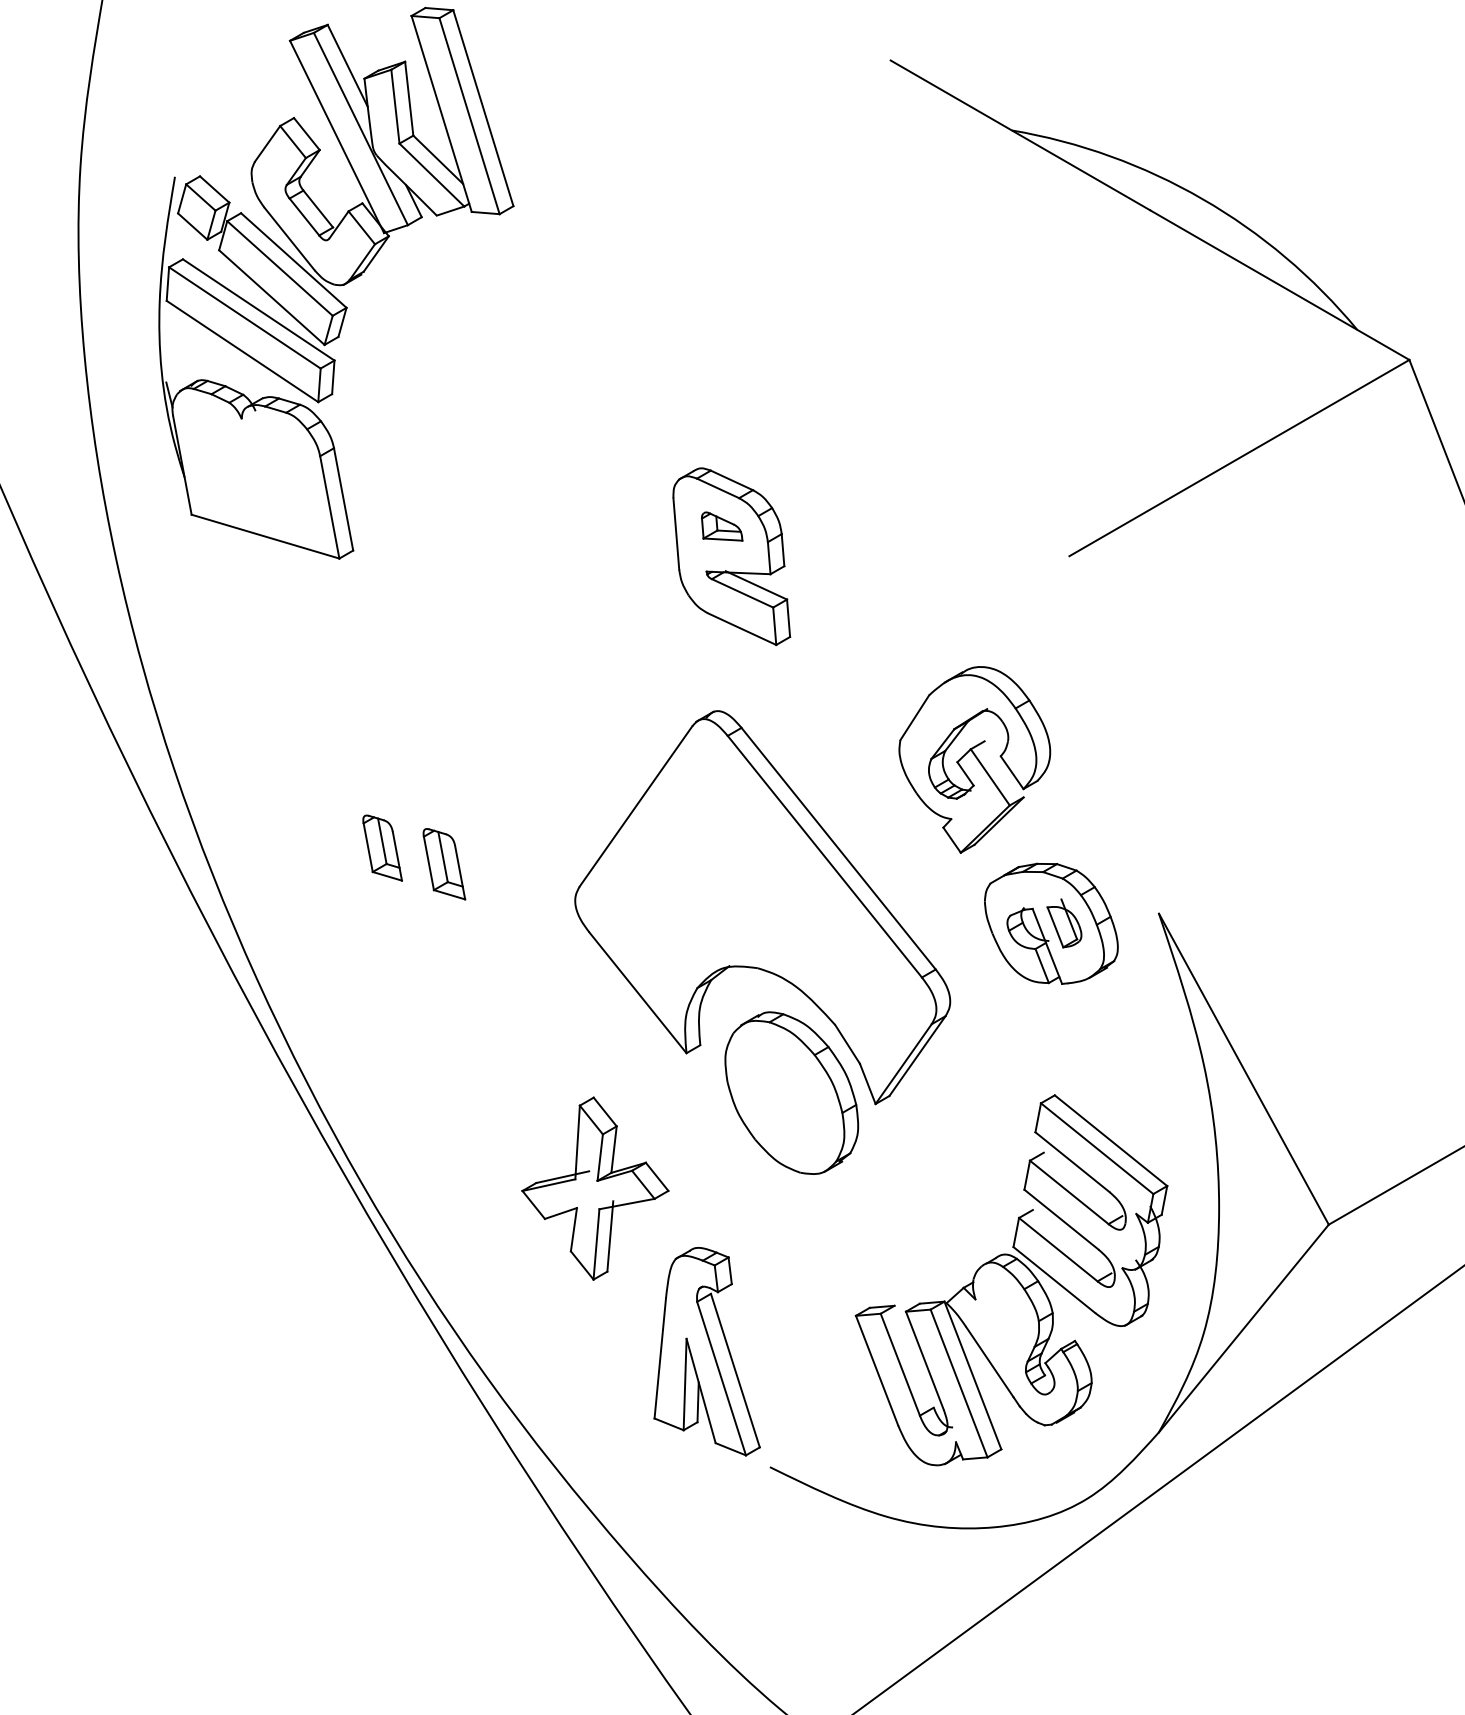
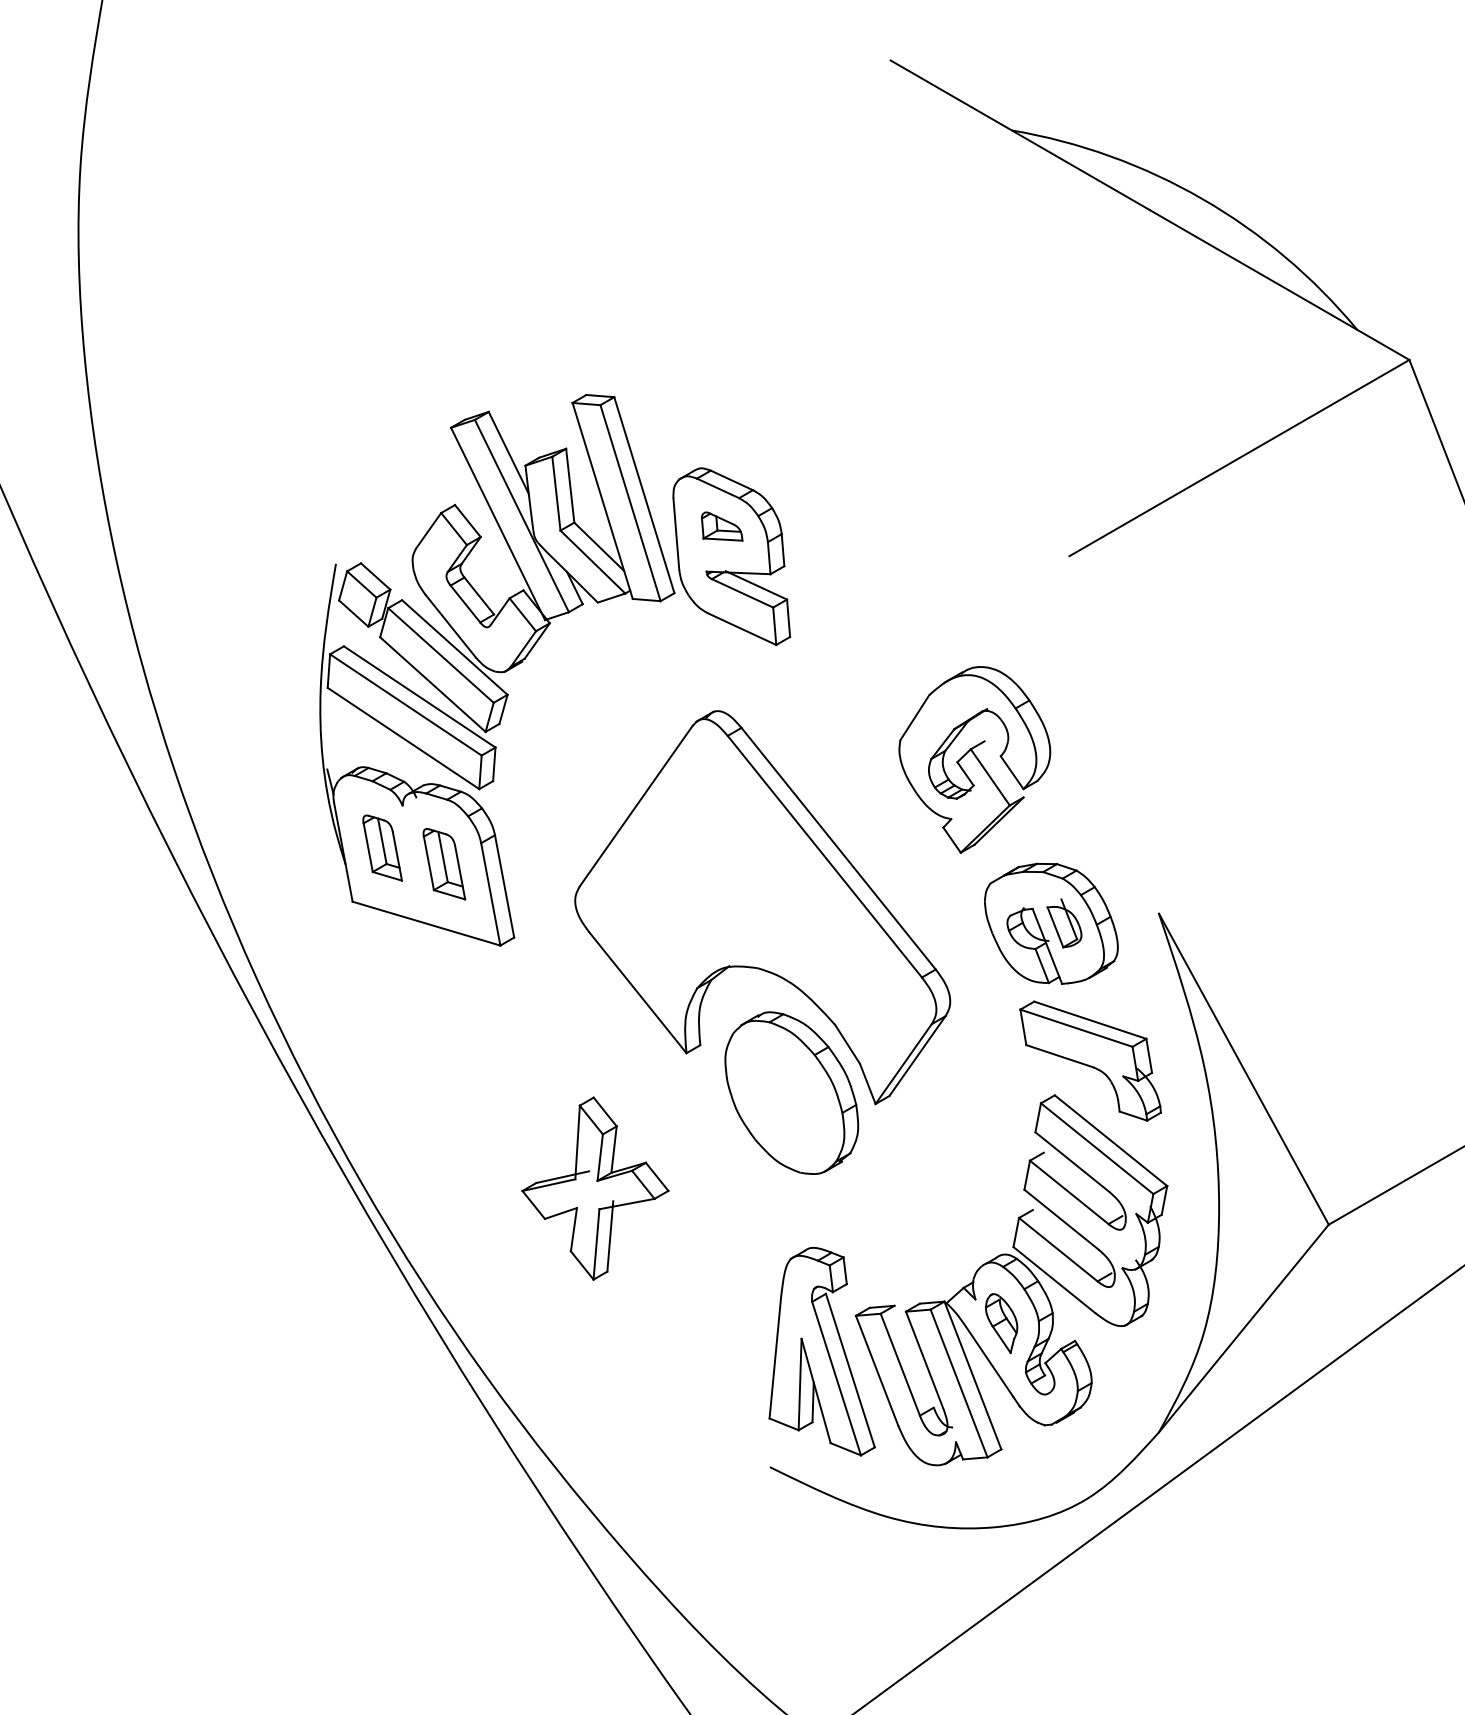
part at (336, 282) position: (336, 282) -> (497, 669)
part at (1090, 1060): none -> present
part at (1001, 1323): none -> present
part at (706, 1351) position: (706, 1351) -> (821, 1351)
